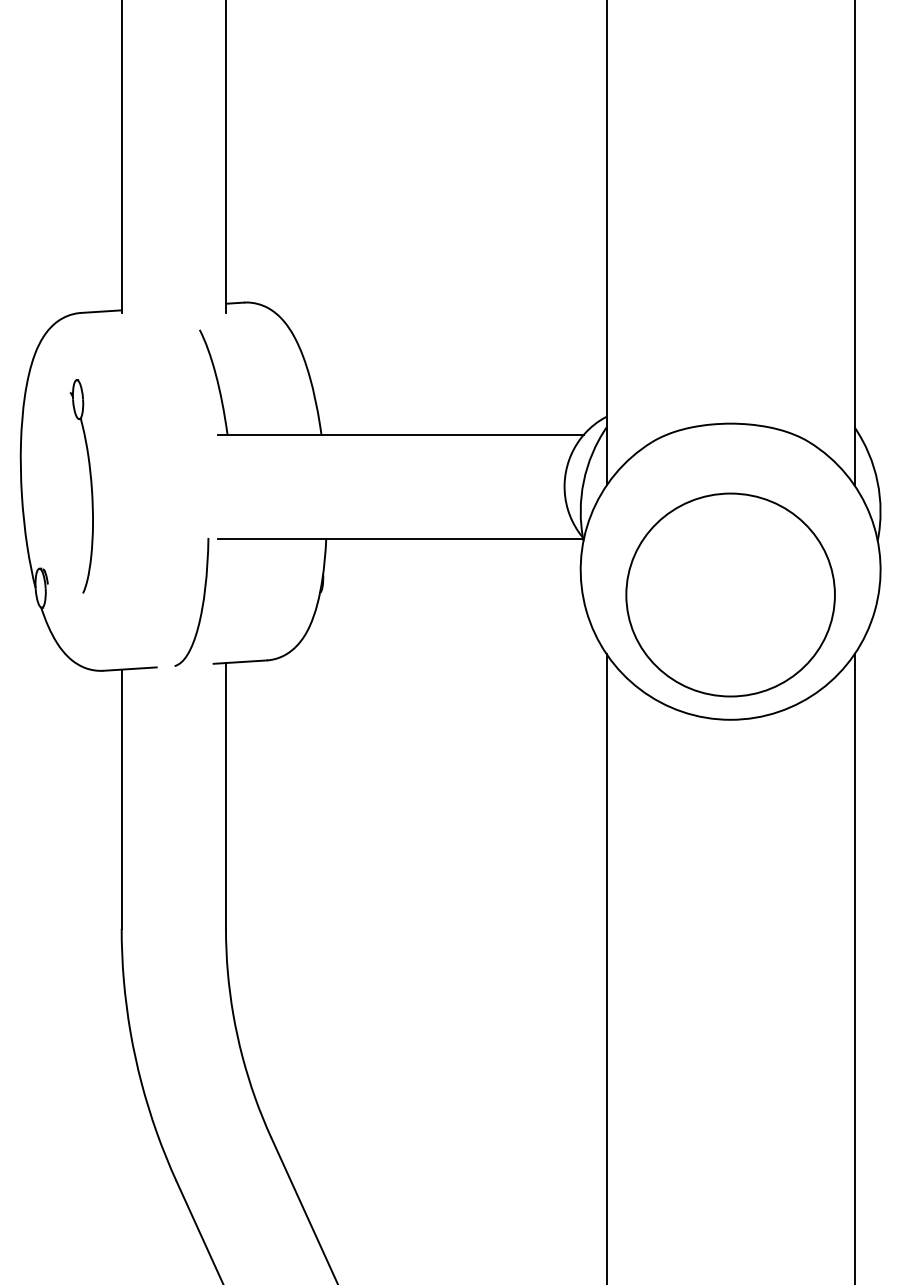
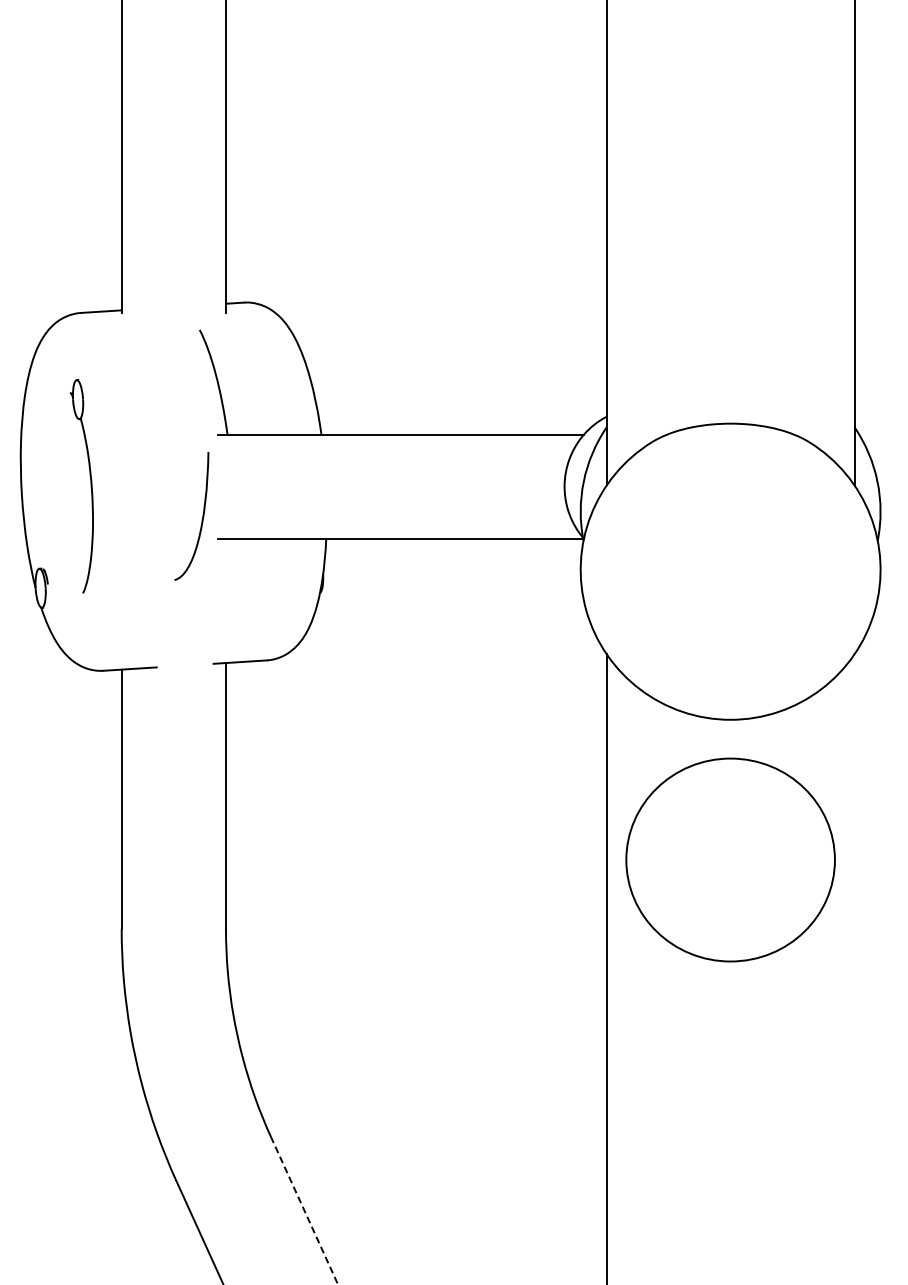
part at (730, 594) position: (730, 594) -> (730, 859)
curve at (201, 605) position: (201, 605) -> (201, 519)
line at (854, 967): present -> none
line at (304, 1210): solid -> dashed
